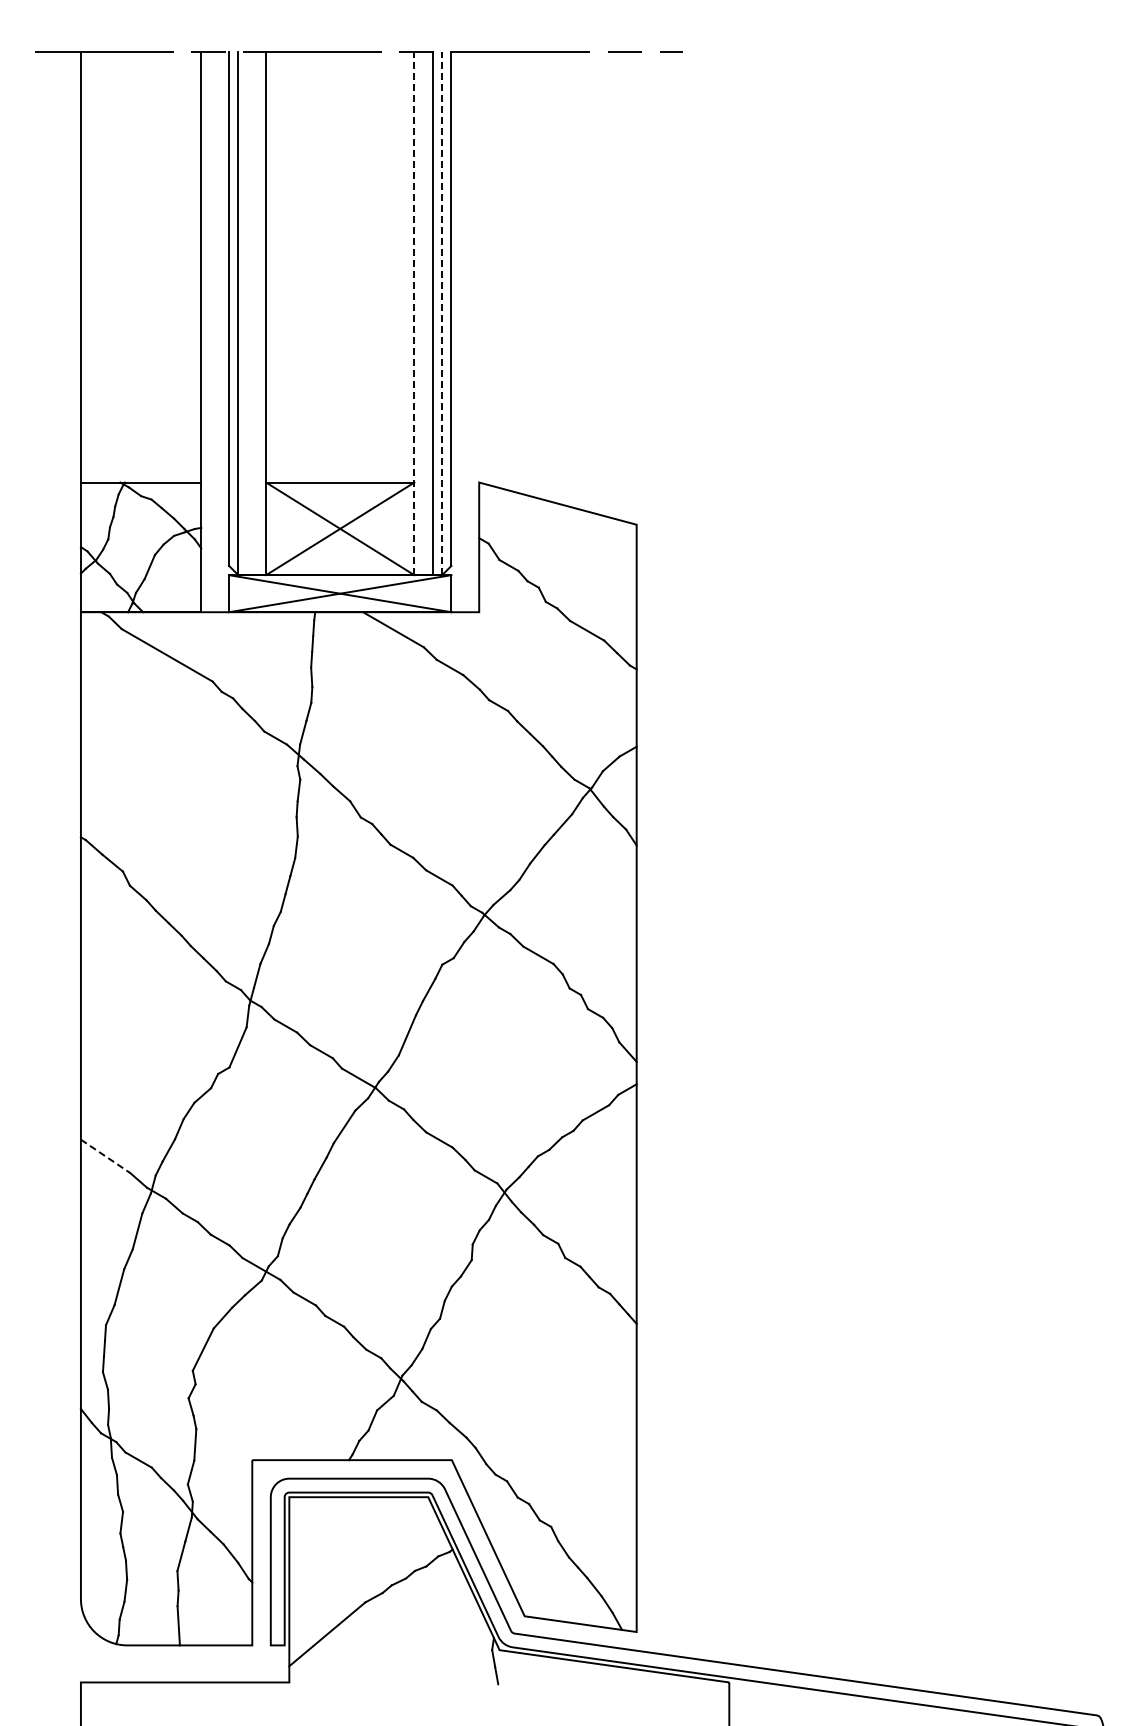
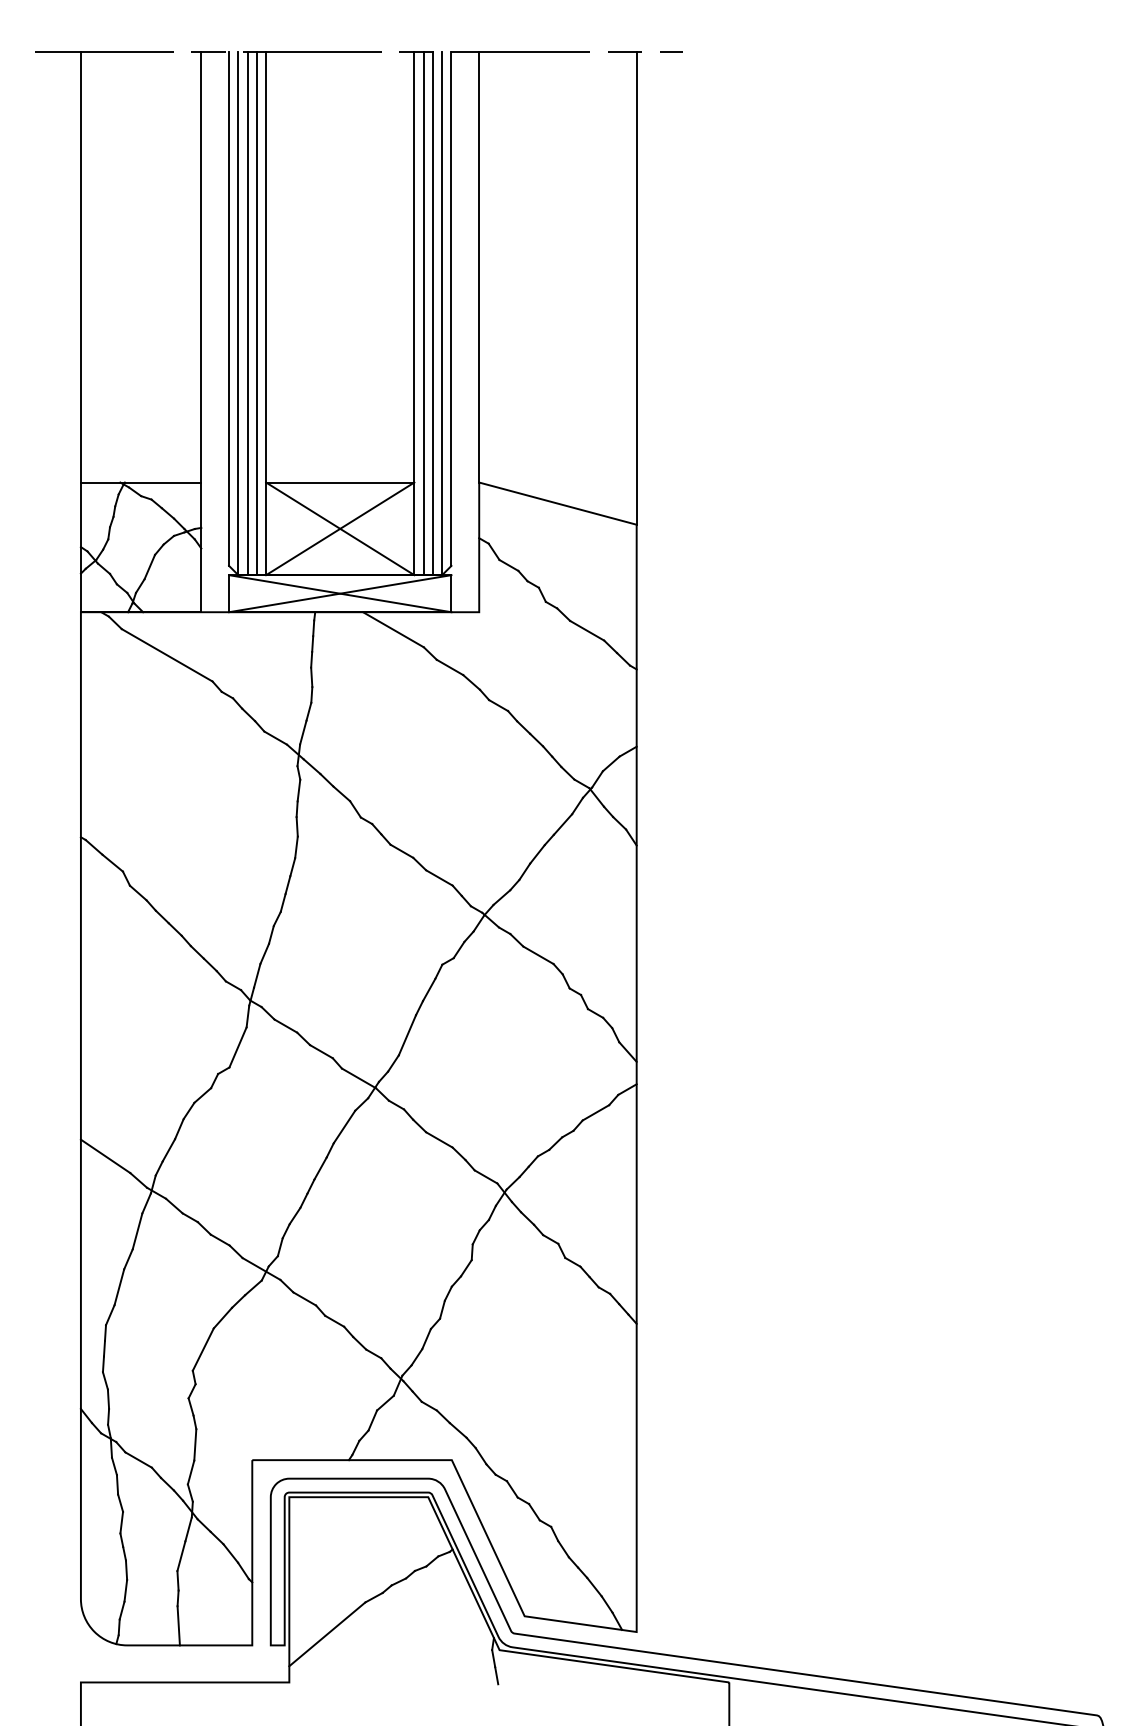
line at (479, 266): none -> present
line at (636, 287): none -> present
line at (247, 313): none -> present
line at (256, 313): none -> present
line at (414, 313): dashed -> solid
line at (423, 313): none -> present
line at (442, 313): dashed -> solid
line at (105, 1156): dashed -> solid
